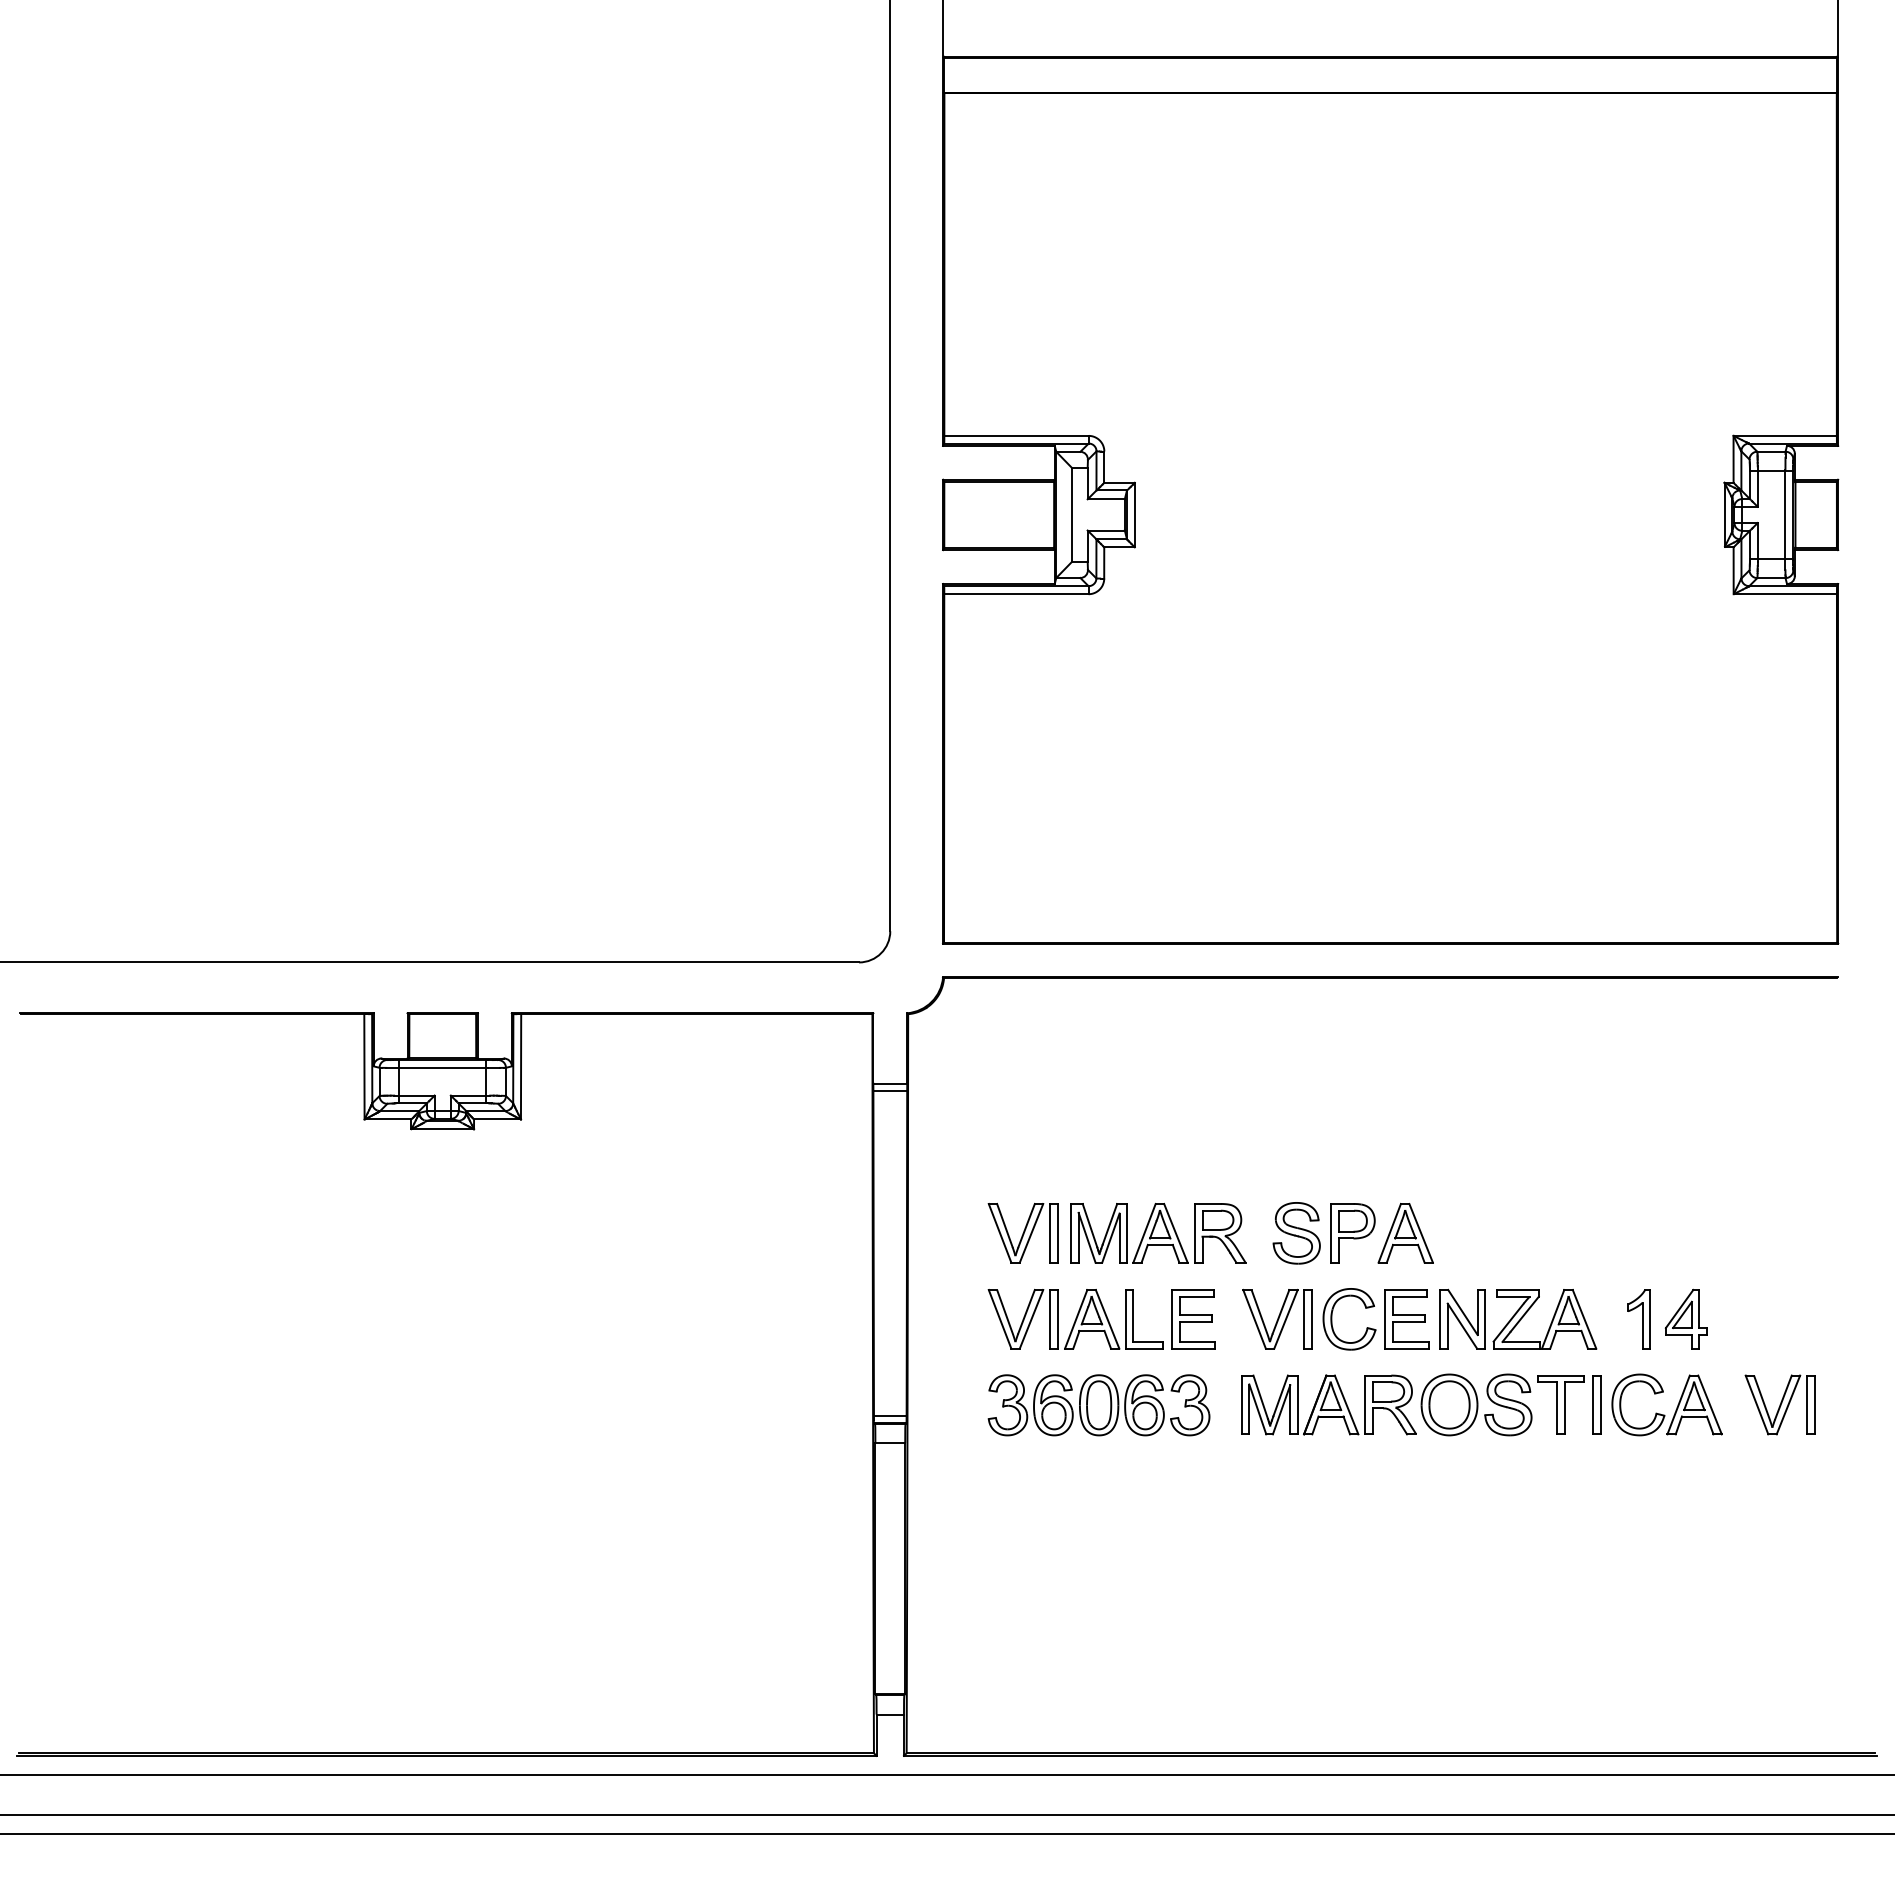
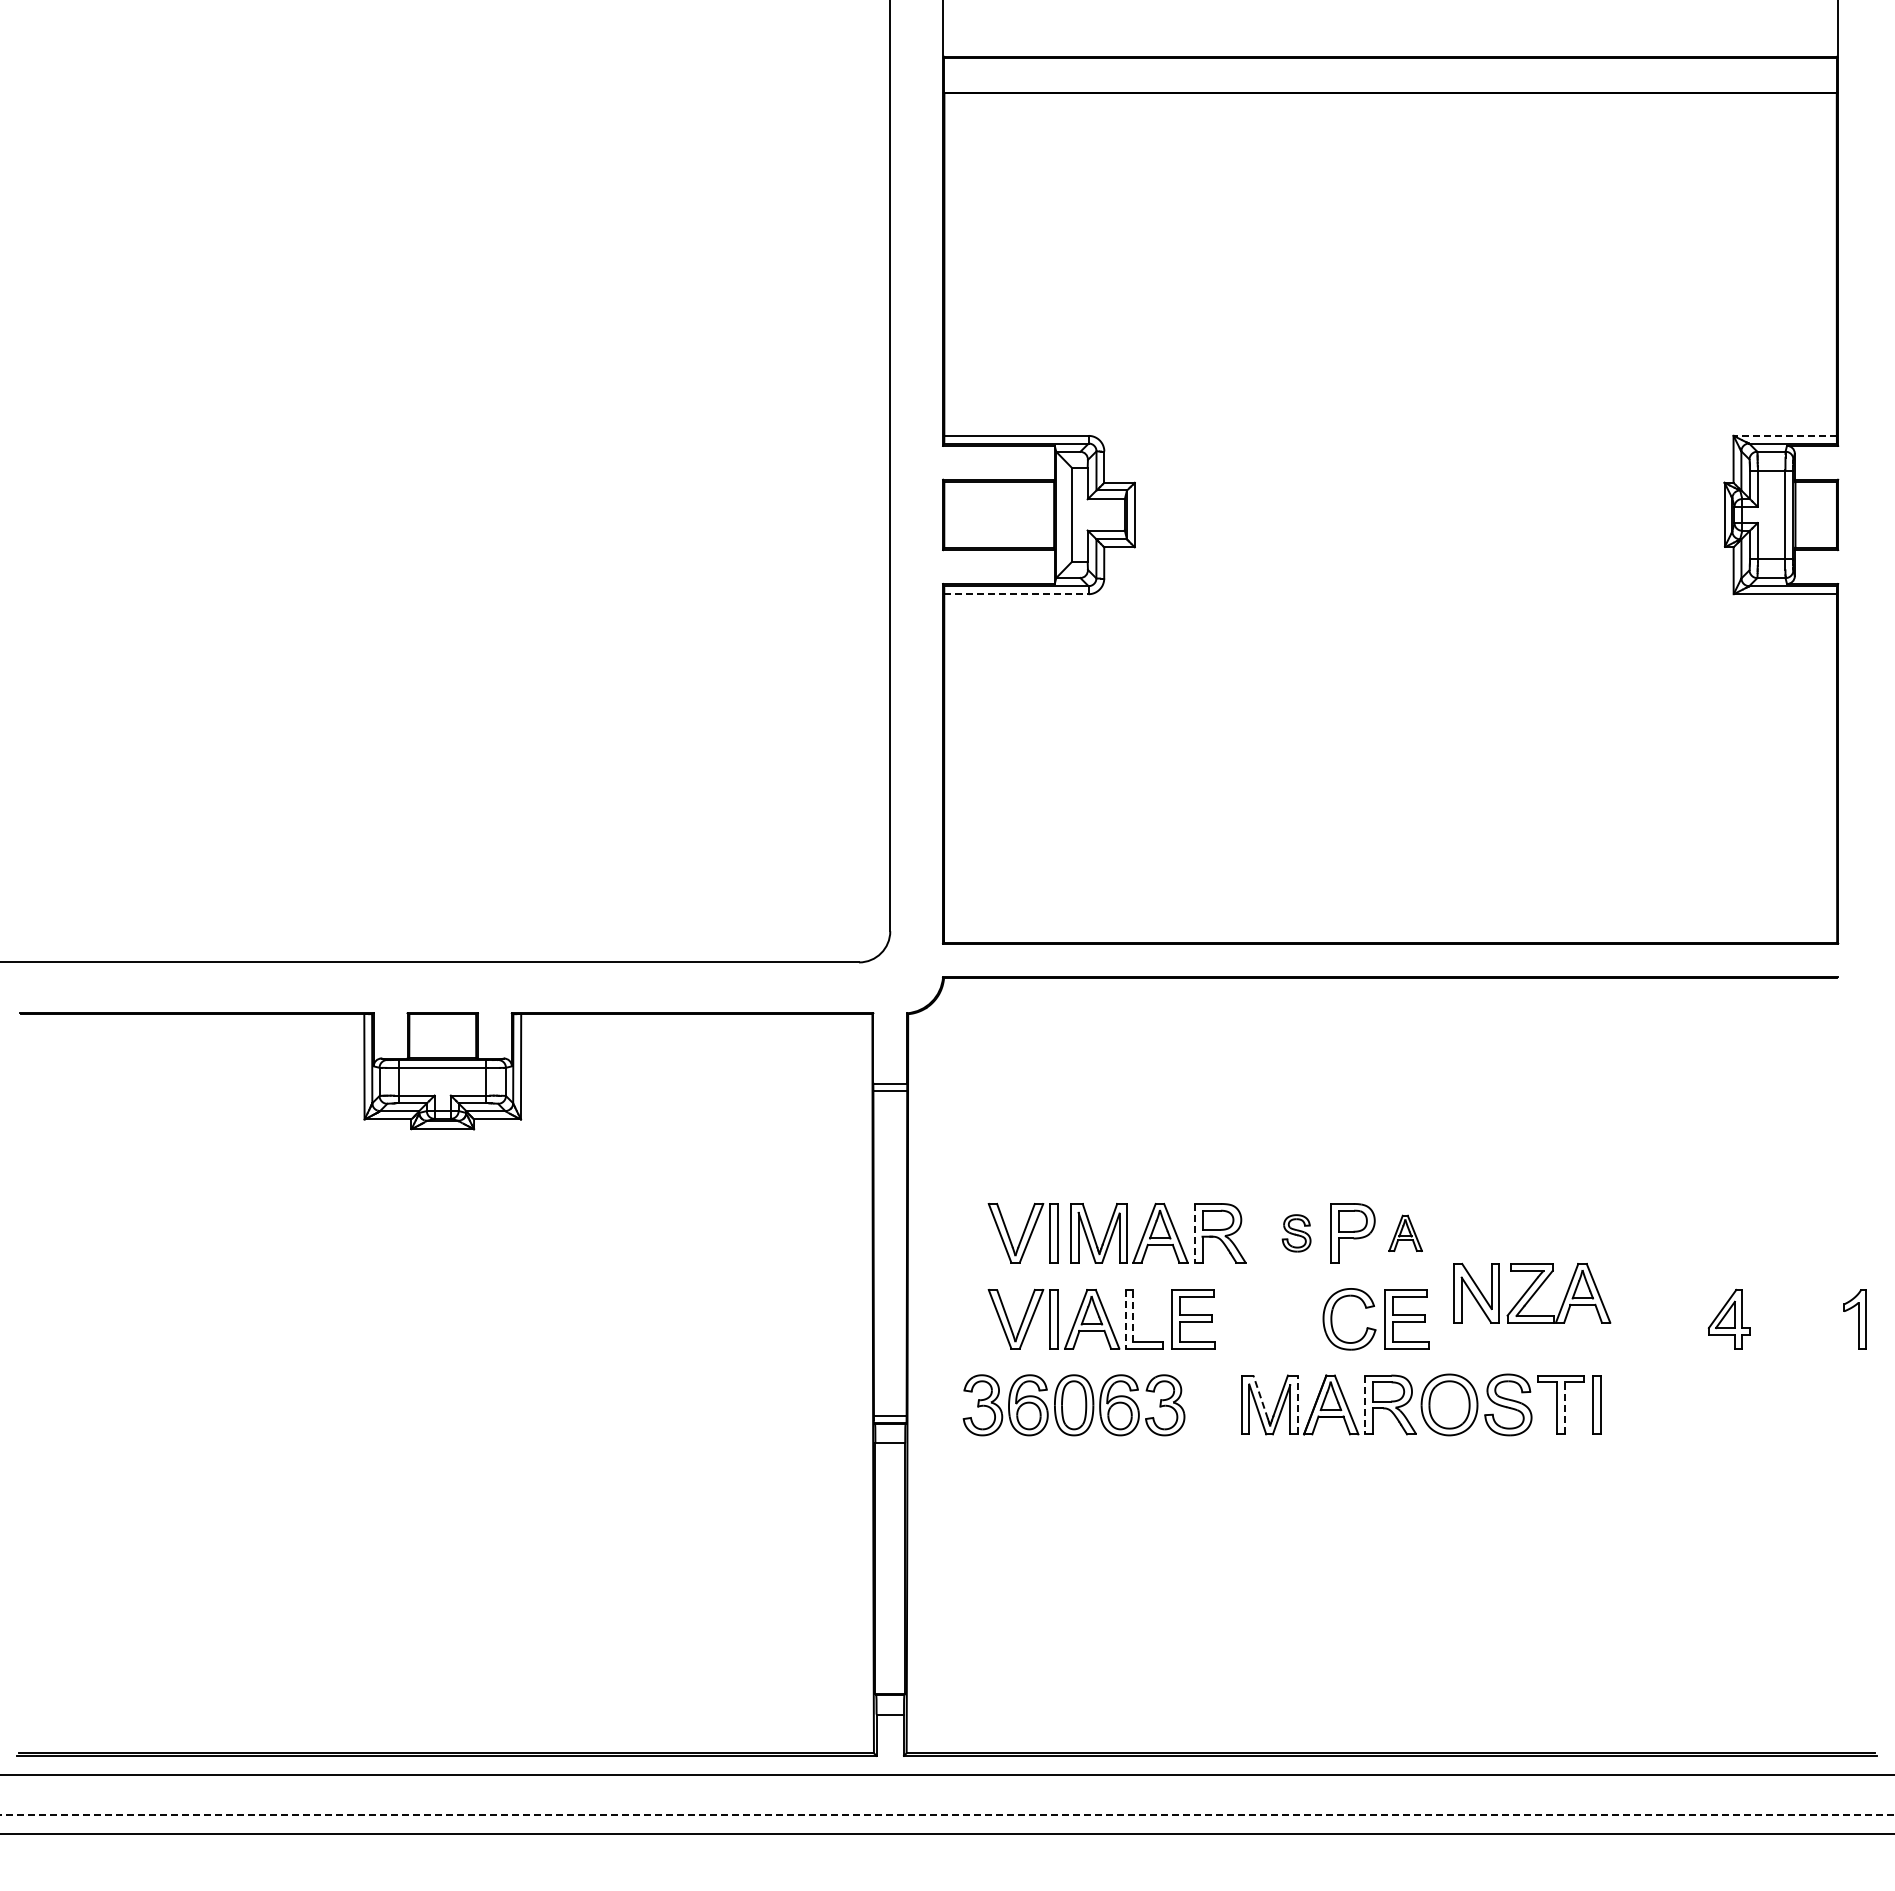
line at (1785, 435): solid -> dashed
line at (1016, 594): solid -> dashed
line at (1194, 1233): solid -> dashed
part at (1296, 1233) size: 49x63 px -> 31x39 px
part at (1405, 1233) size: 57x61 px -> 35x38 px
line at (1133, 1315): solid -> dashed
part at (1518, 1318) position: (1518, 1318) -> (1532, 1292)
part at (1685, 1318) position: (1685, 1318) -> (1728, 1318)
line at (1125, 1319): solid -> dashed
part at (1277, 1319): present -> none
part at (1638, 1319) position: (1638, 1319) -> (1854, 1319)
line at (1260, 1397): solid -> dashed
line at (1298, 1404): solid -> dashed
part at (1779, 1404): present -> none
part at (1098, 1405) position: (1098, 1405) -> (1073, 1405)
line at (1365, 1405): solid -> dashed
line at (1565, 1408): solid -> dashed
part at (1664, 1414): present -> none
line at (947, 1814): solid -> dashed
